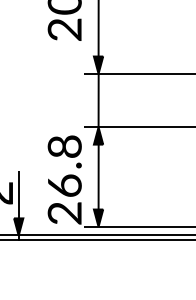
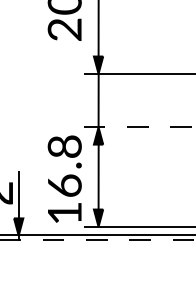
line at (139, 127): solid -> dashed
text at (64, 213): 2 -> 1
line at (98, 239): solid -> dashed
